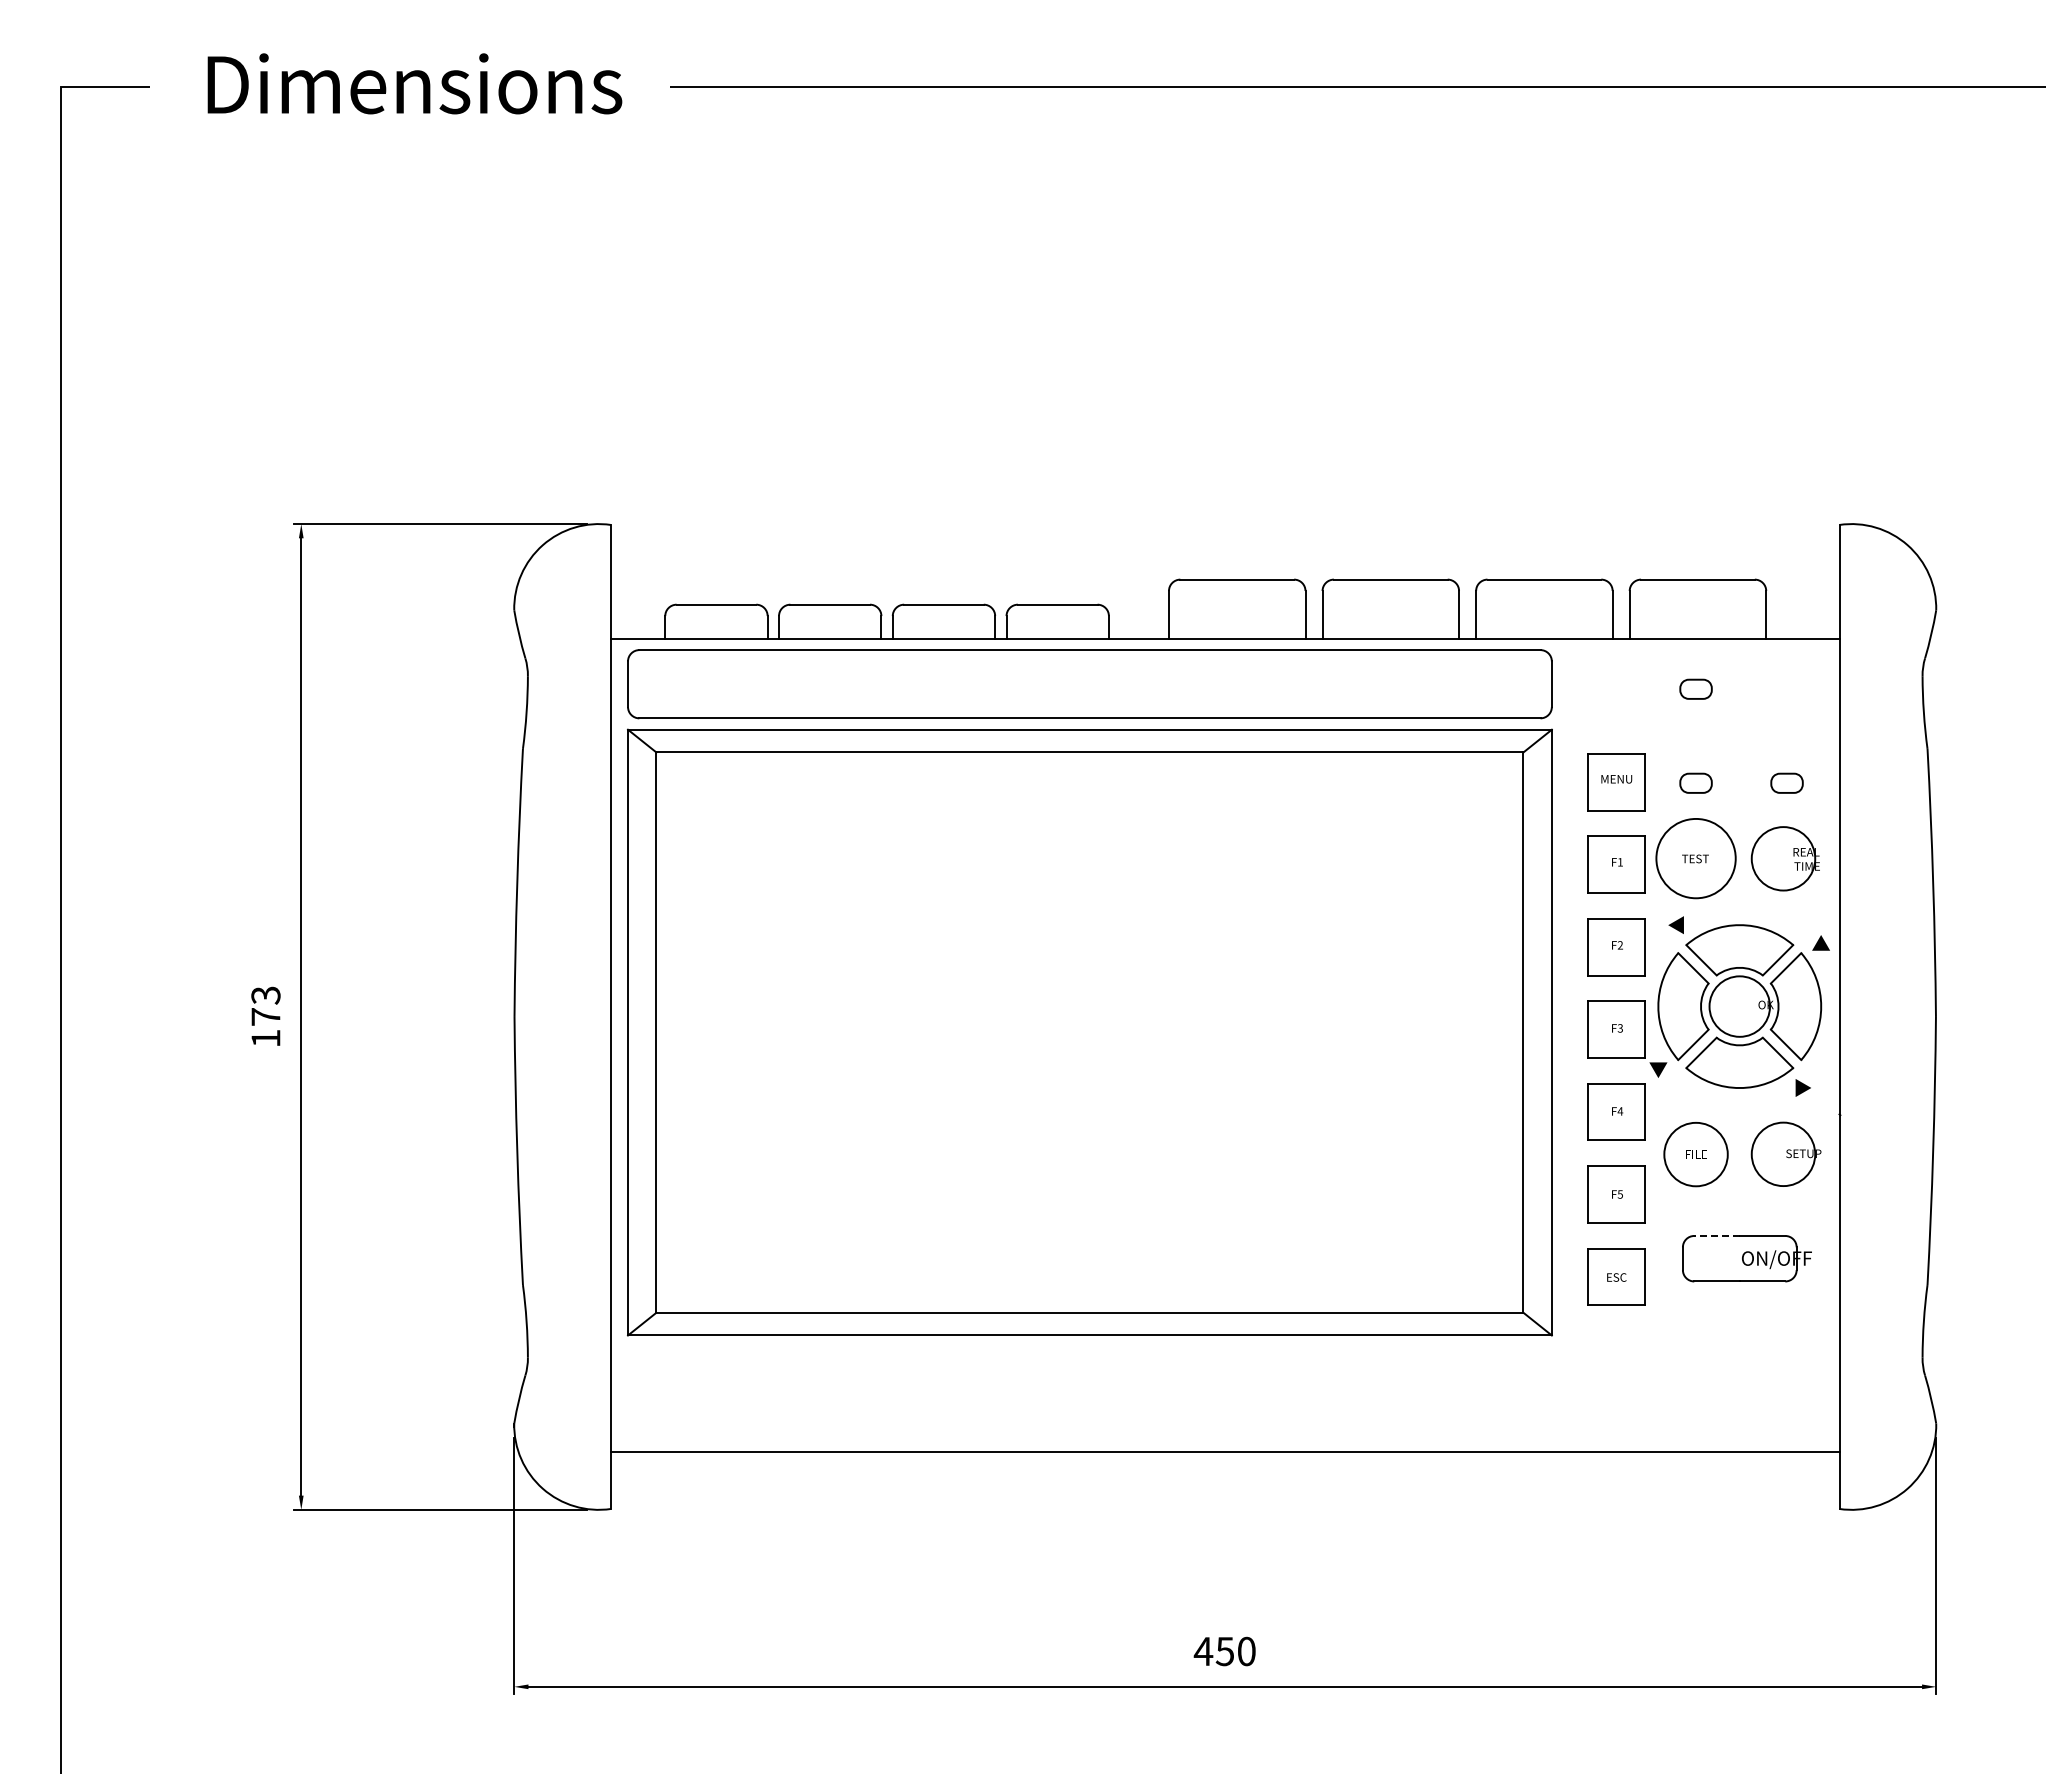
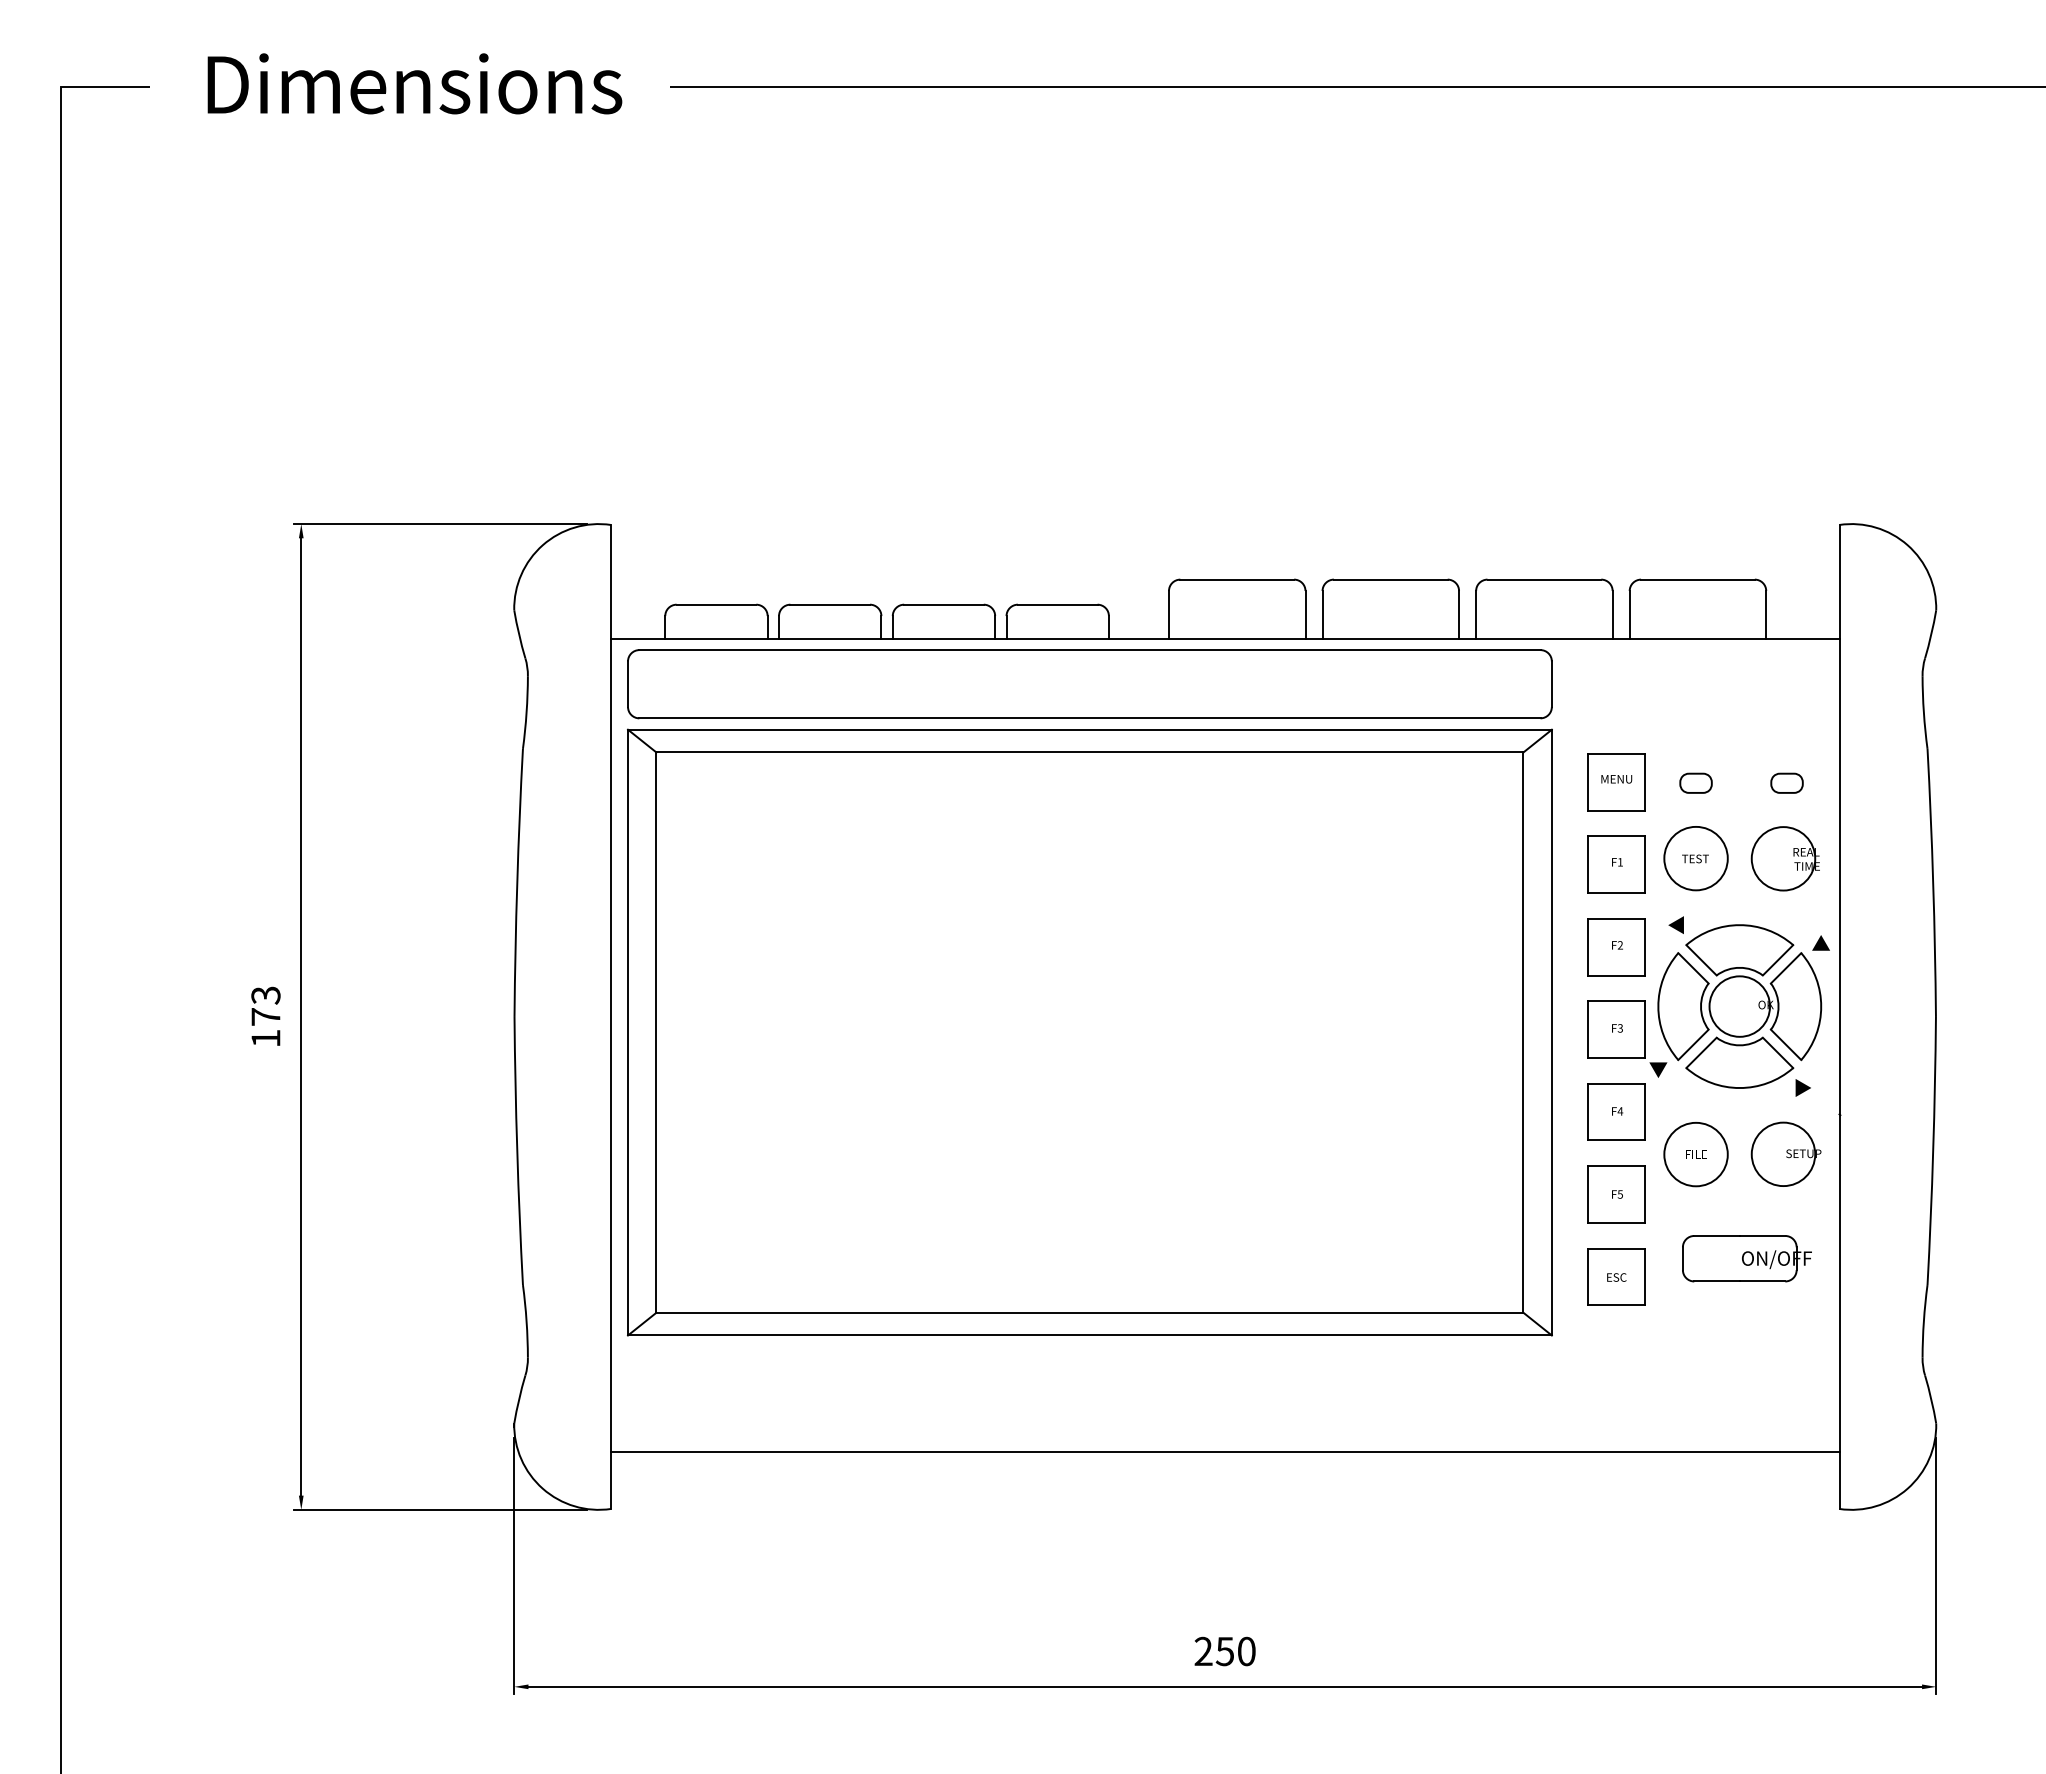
part at (1695, 688): present -> none
circle at (1695, 858) diameter: 79 px -> 63 px
line at (1717, 1235): dashed -> solid
text at (1203, 1650): 450 -> 250
